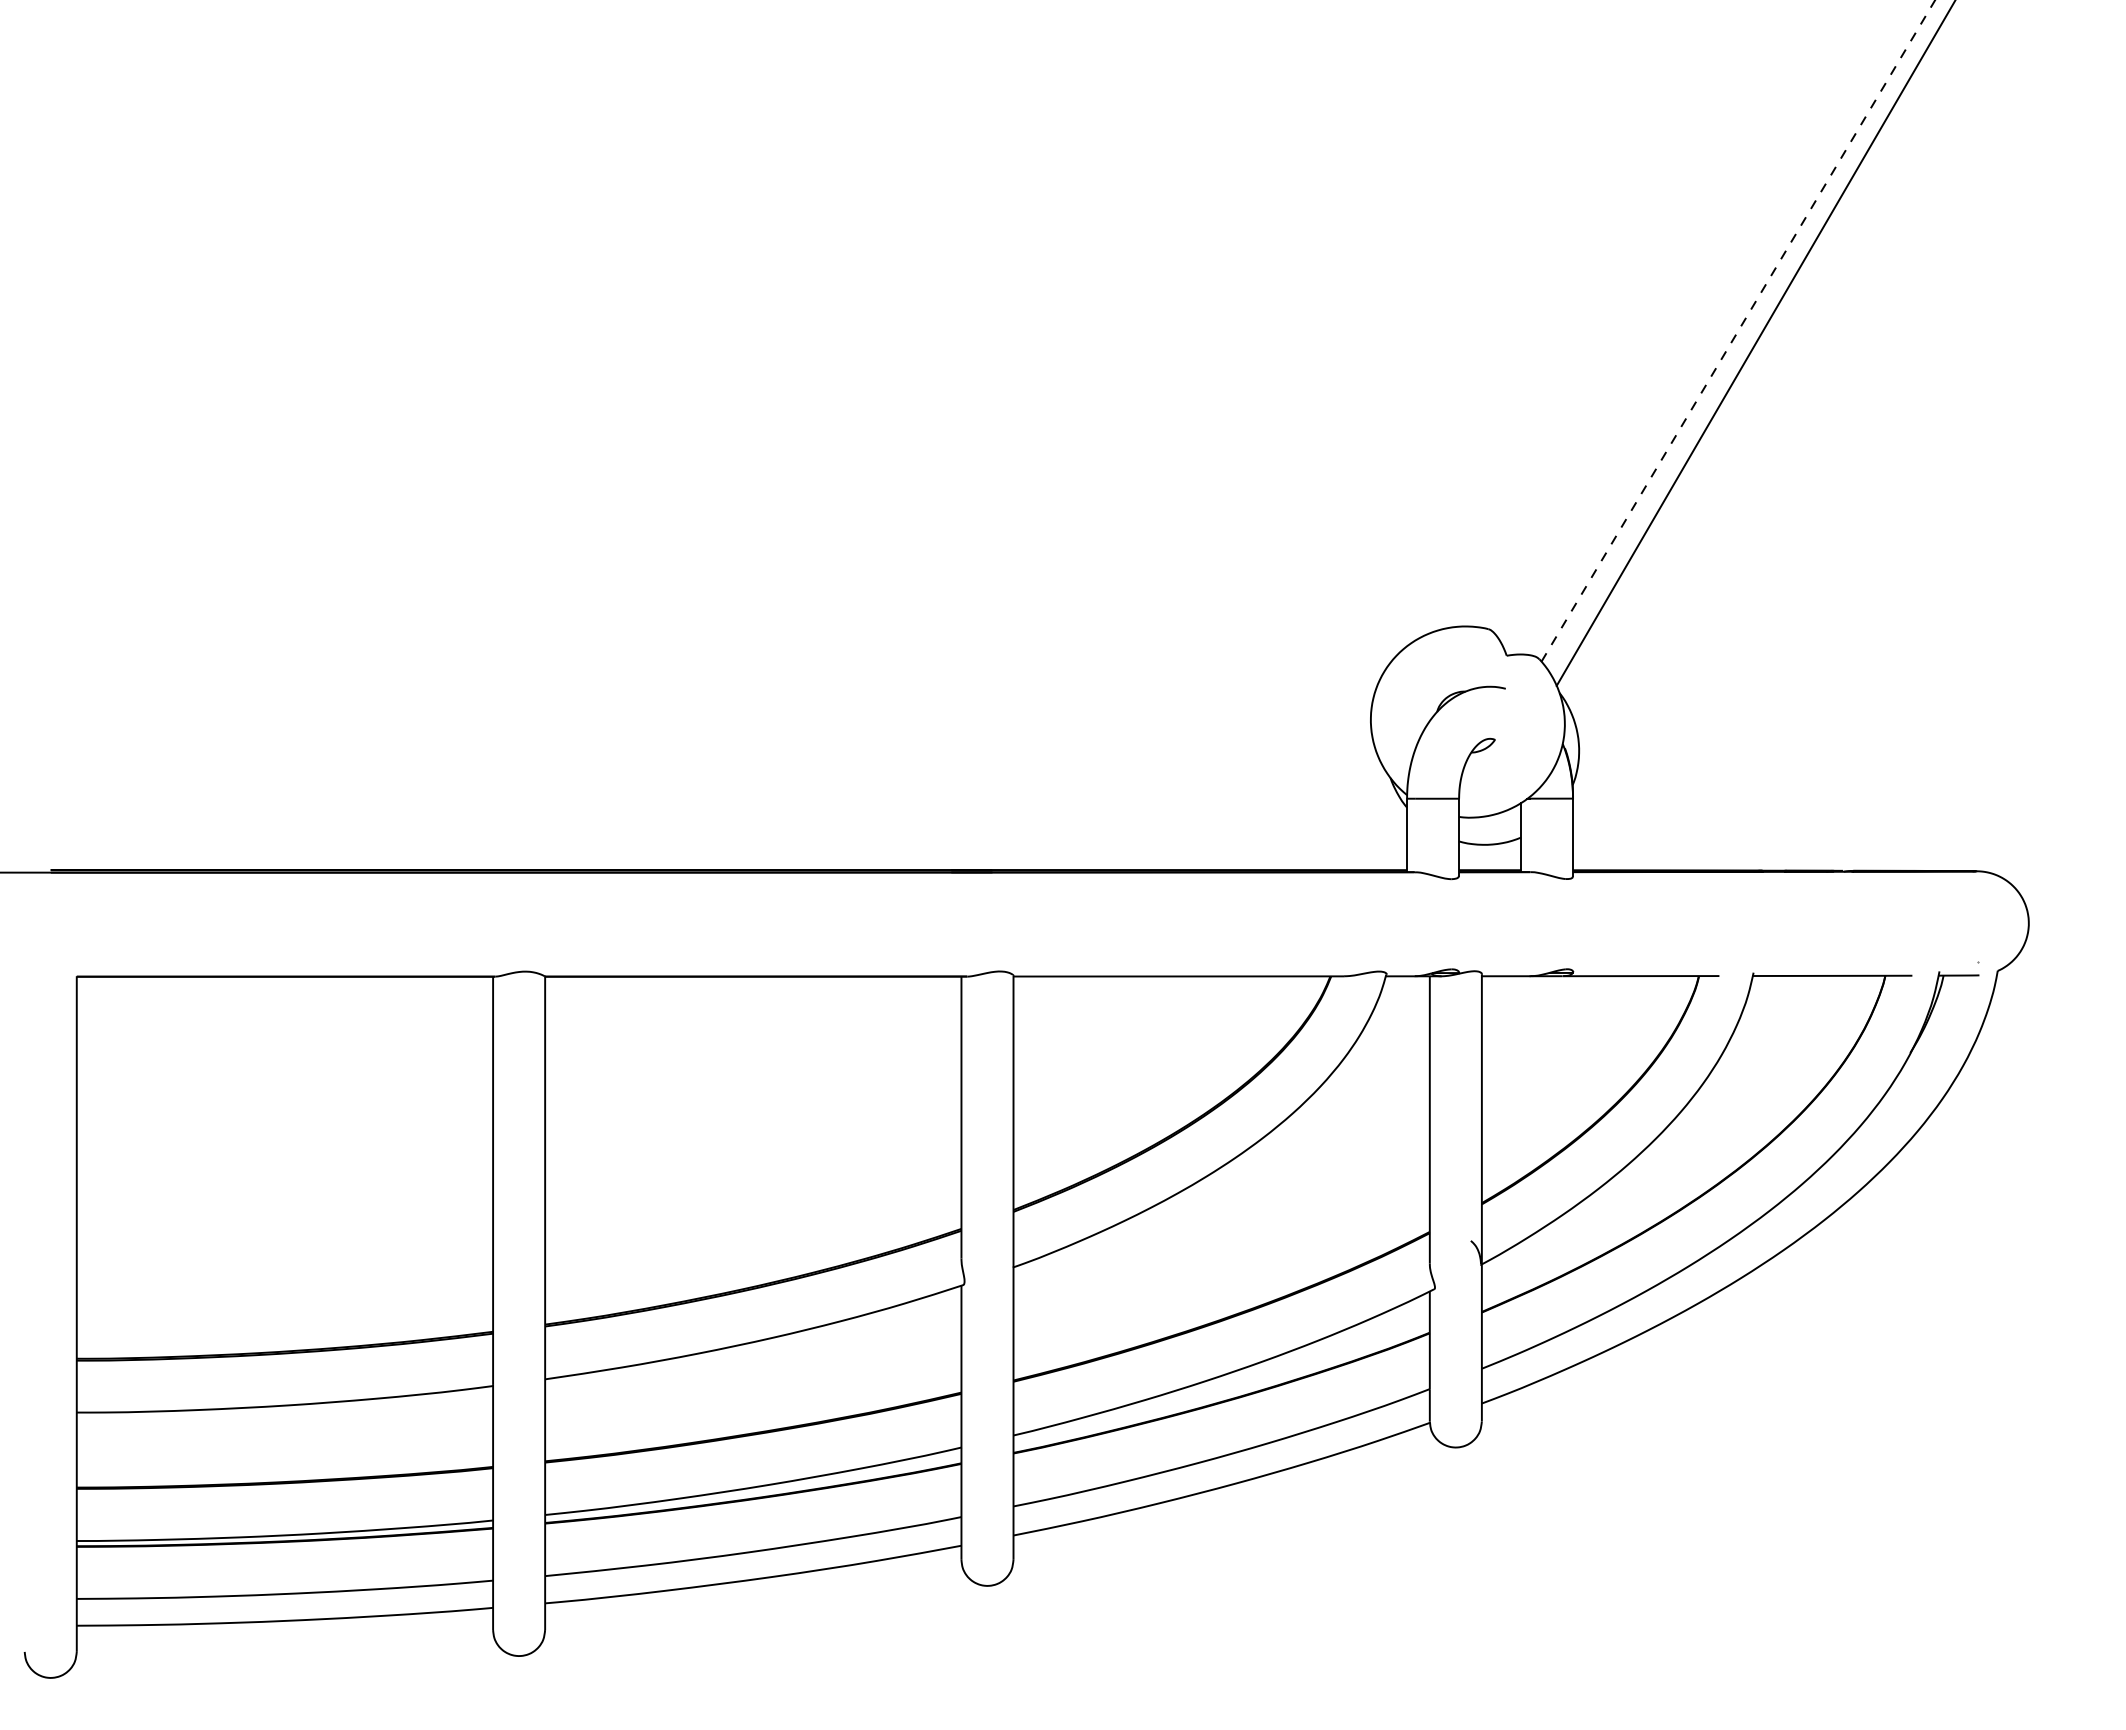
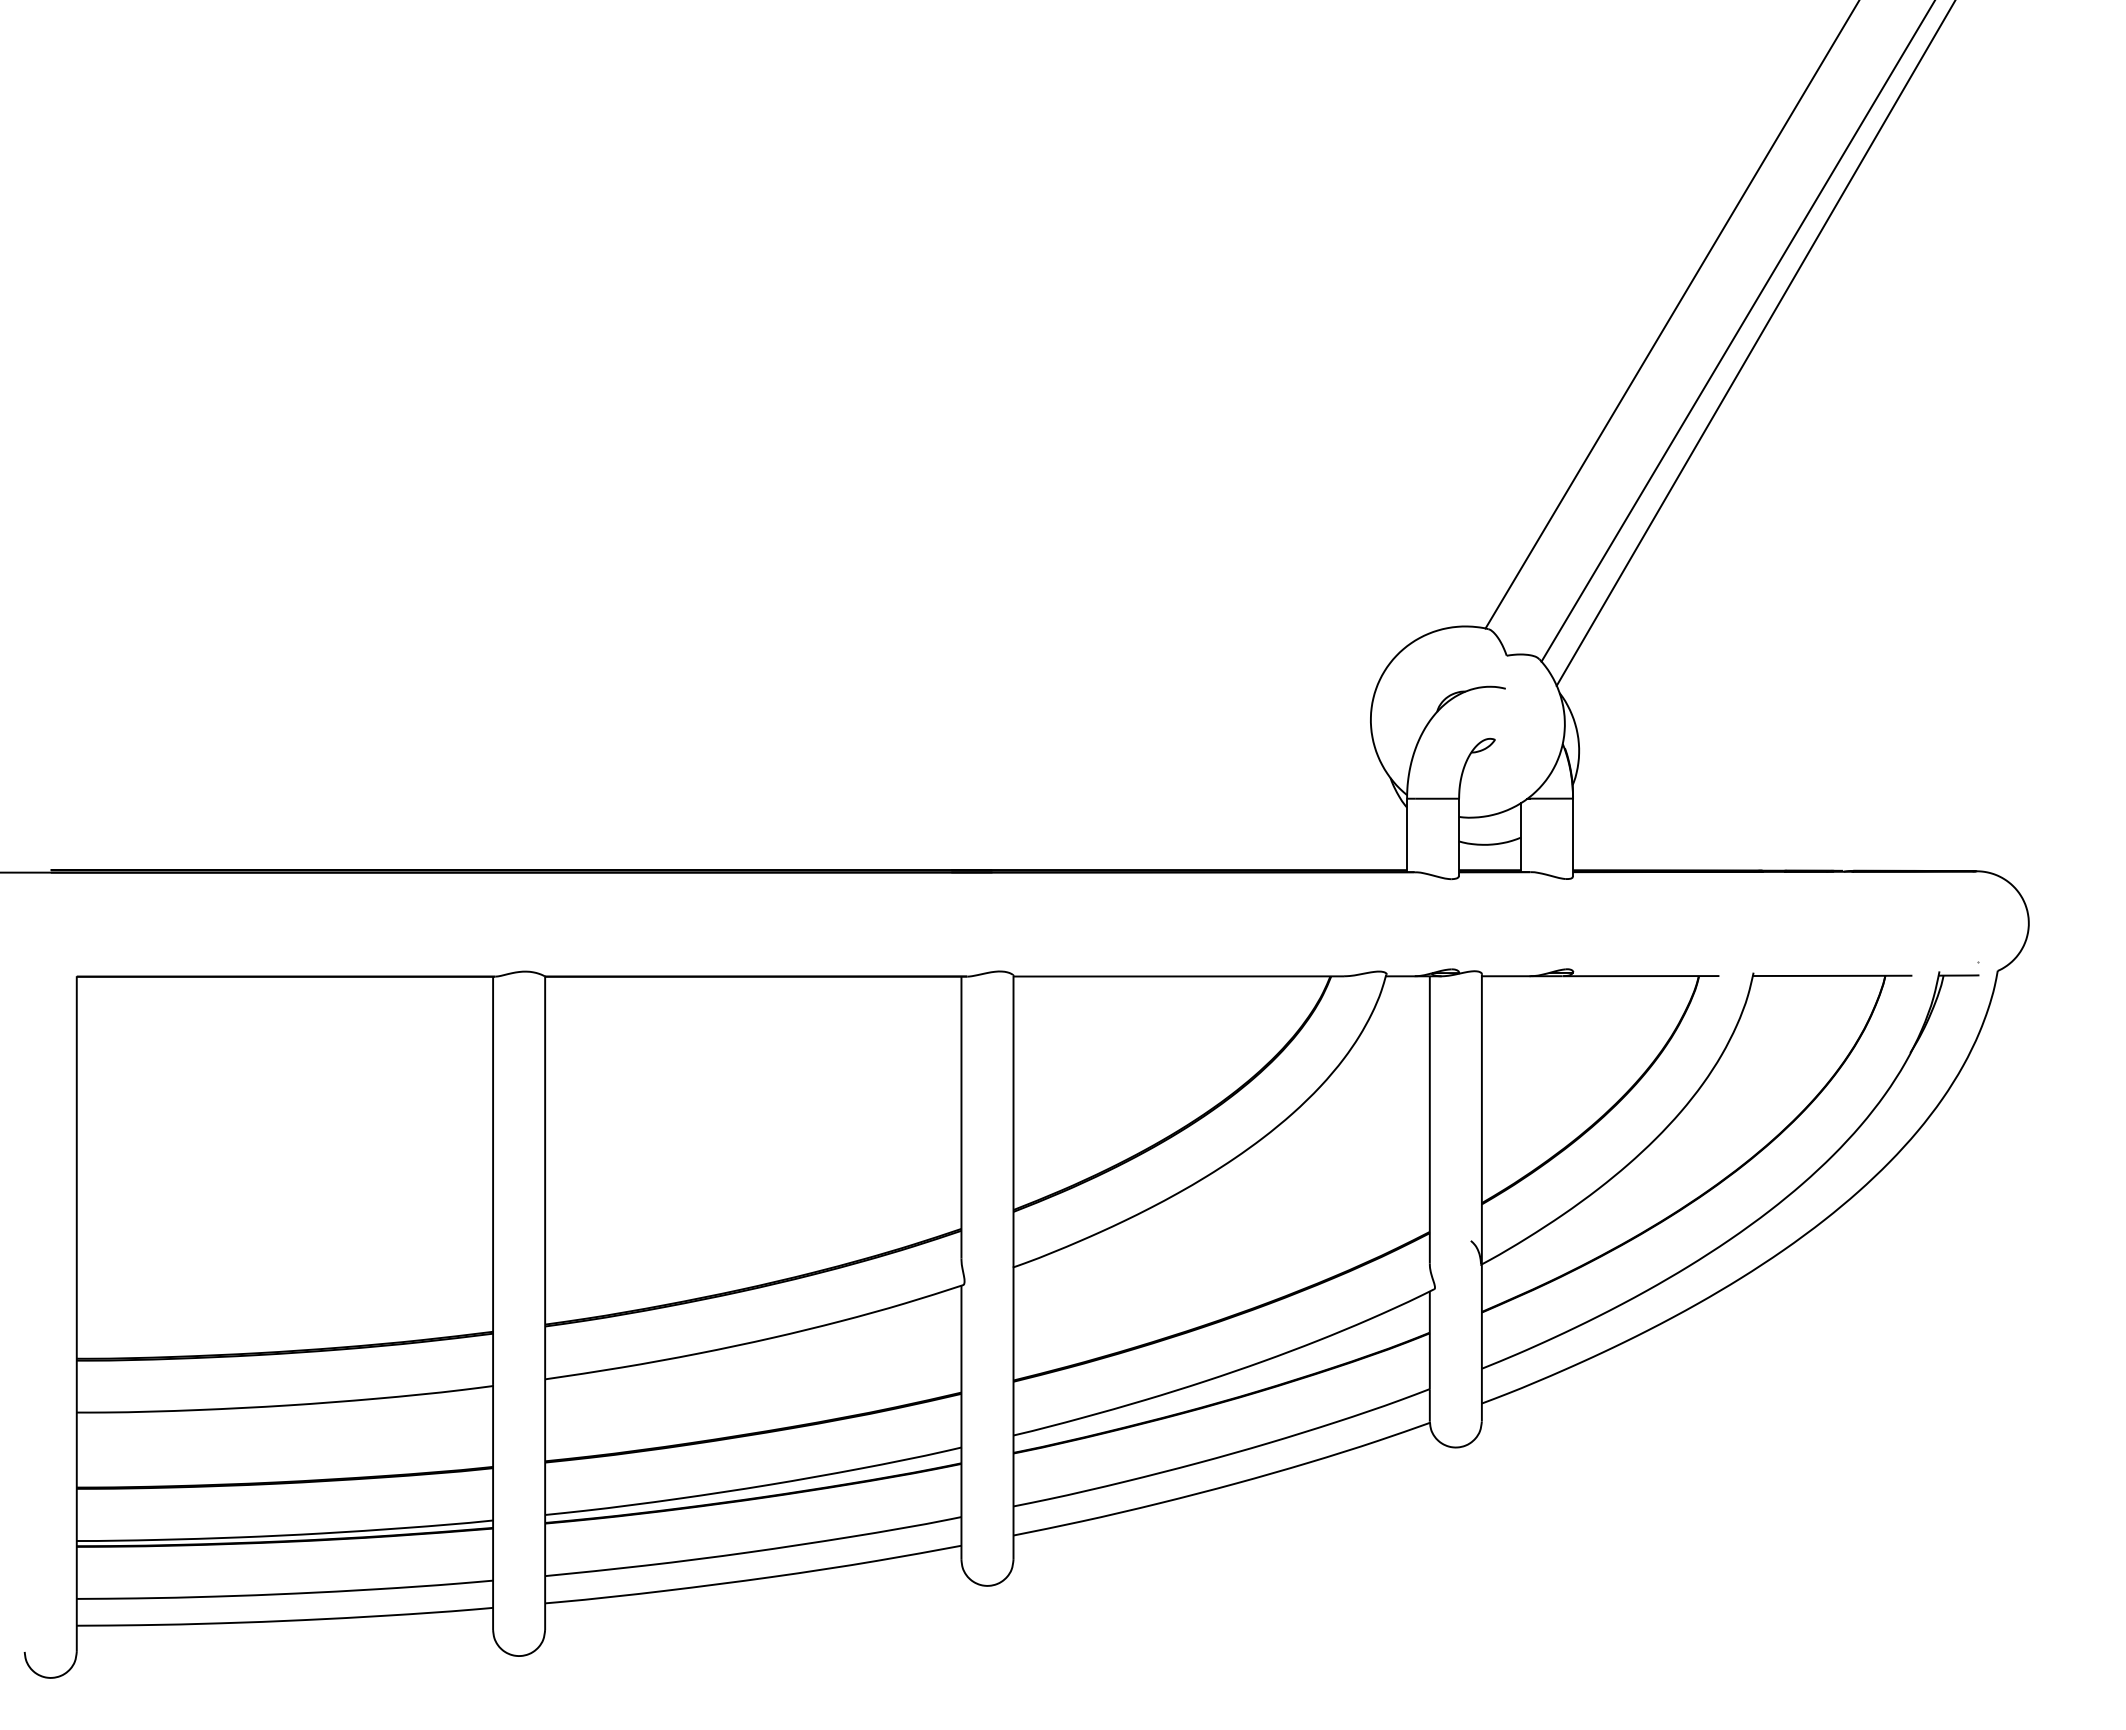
line at (1671, 315): none -> present
line at (1738, 330): dashed -> solid
